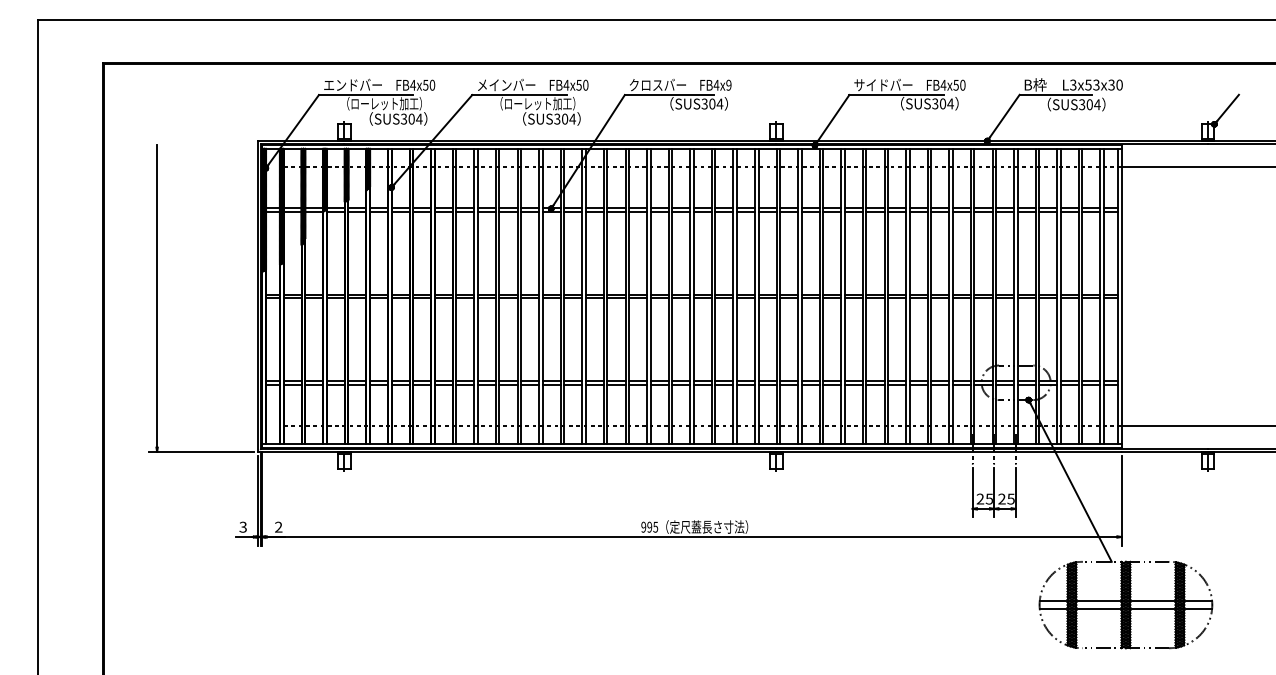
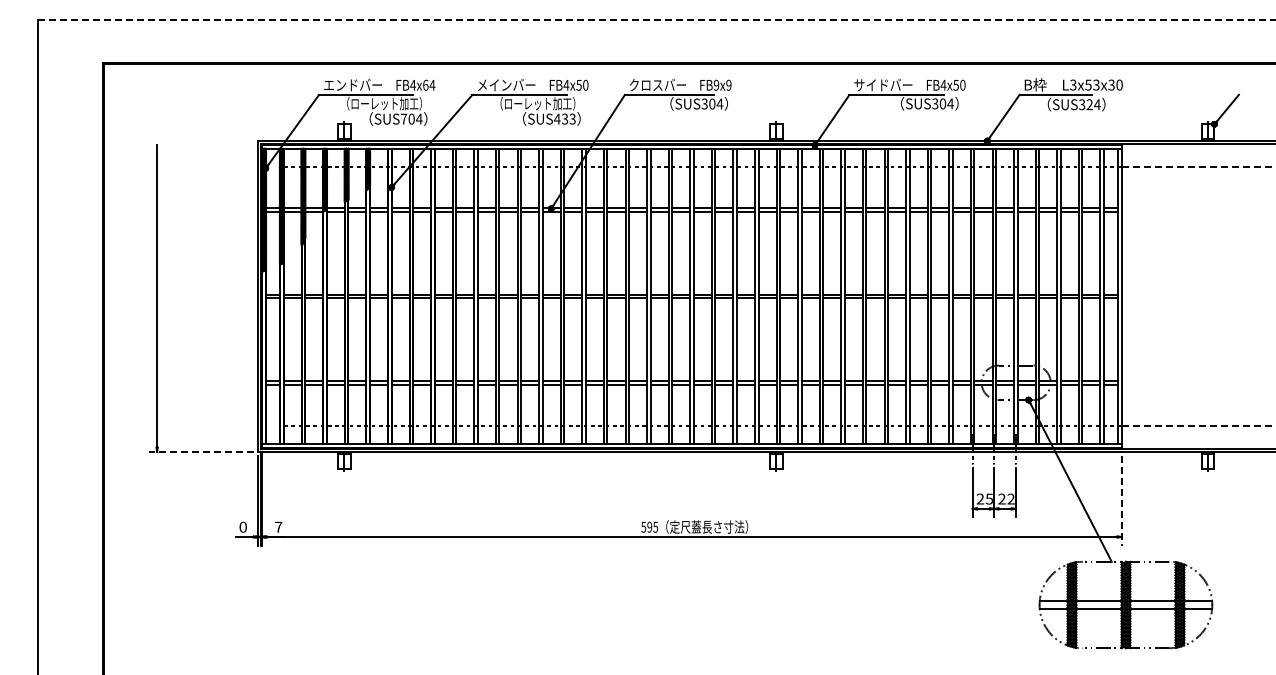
line at (657, 20): solid -> dashed
text at (429, 84): FB4x50 -> FB4x64
text at (716, 84): FB4x9 -> FB9x9
text at (1089, 104): SUS304 -> SUS324
text at (403, 118): SUS304 -> SUS704
text at (564, 118): SUS304 -> SUS433
line at (1199, 166): solid -> dashed
line at (1199, 426): solid -> dashed
line at (201, 451): solid -> dashed
text at (1010, 498): 25 -> 22
line at (1121, 500): solid -> dashed
text at (278, 526): 2 -> 7
text at (643, 526): 995 -> 595
text at (242, 527): 3 -> 0
